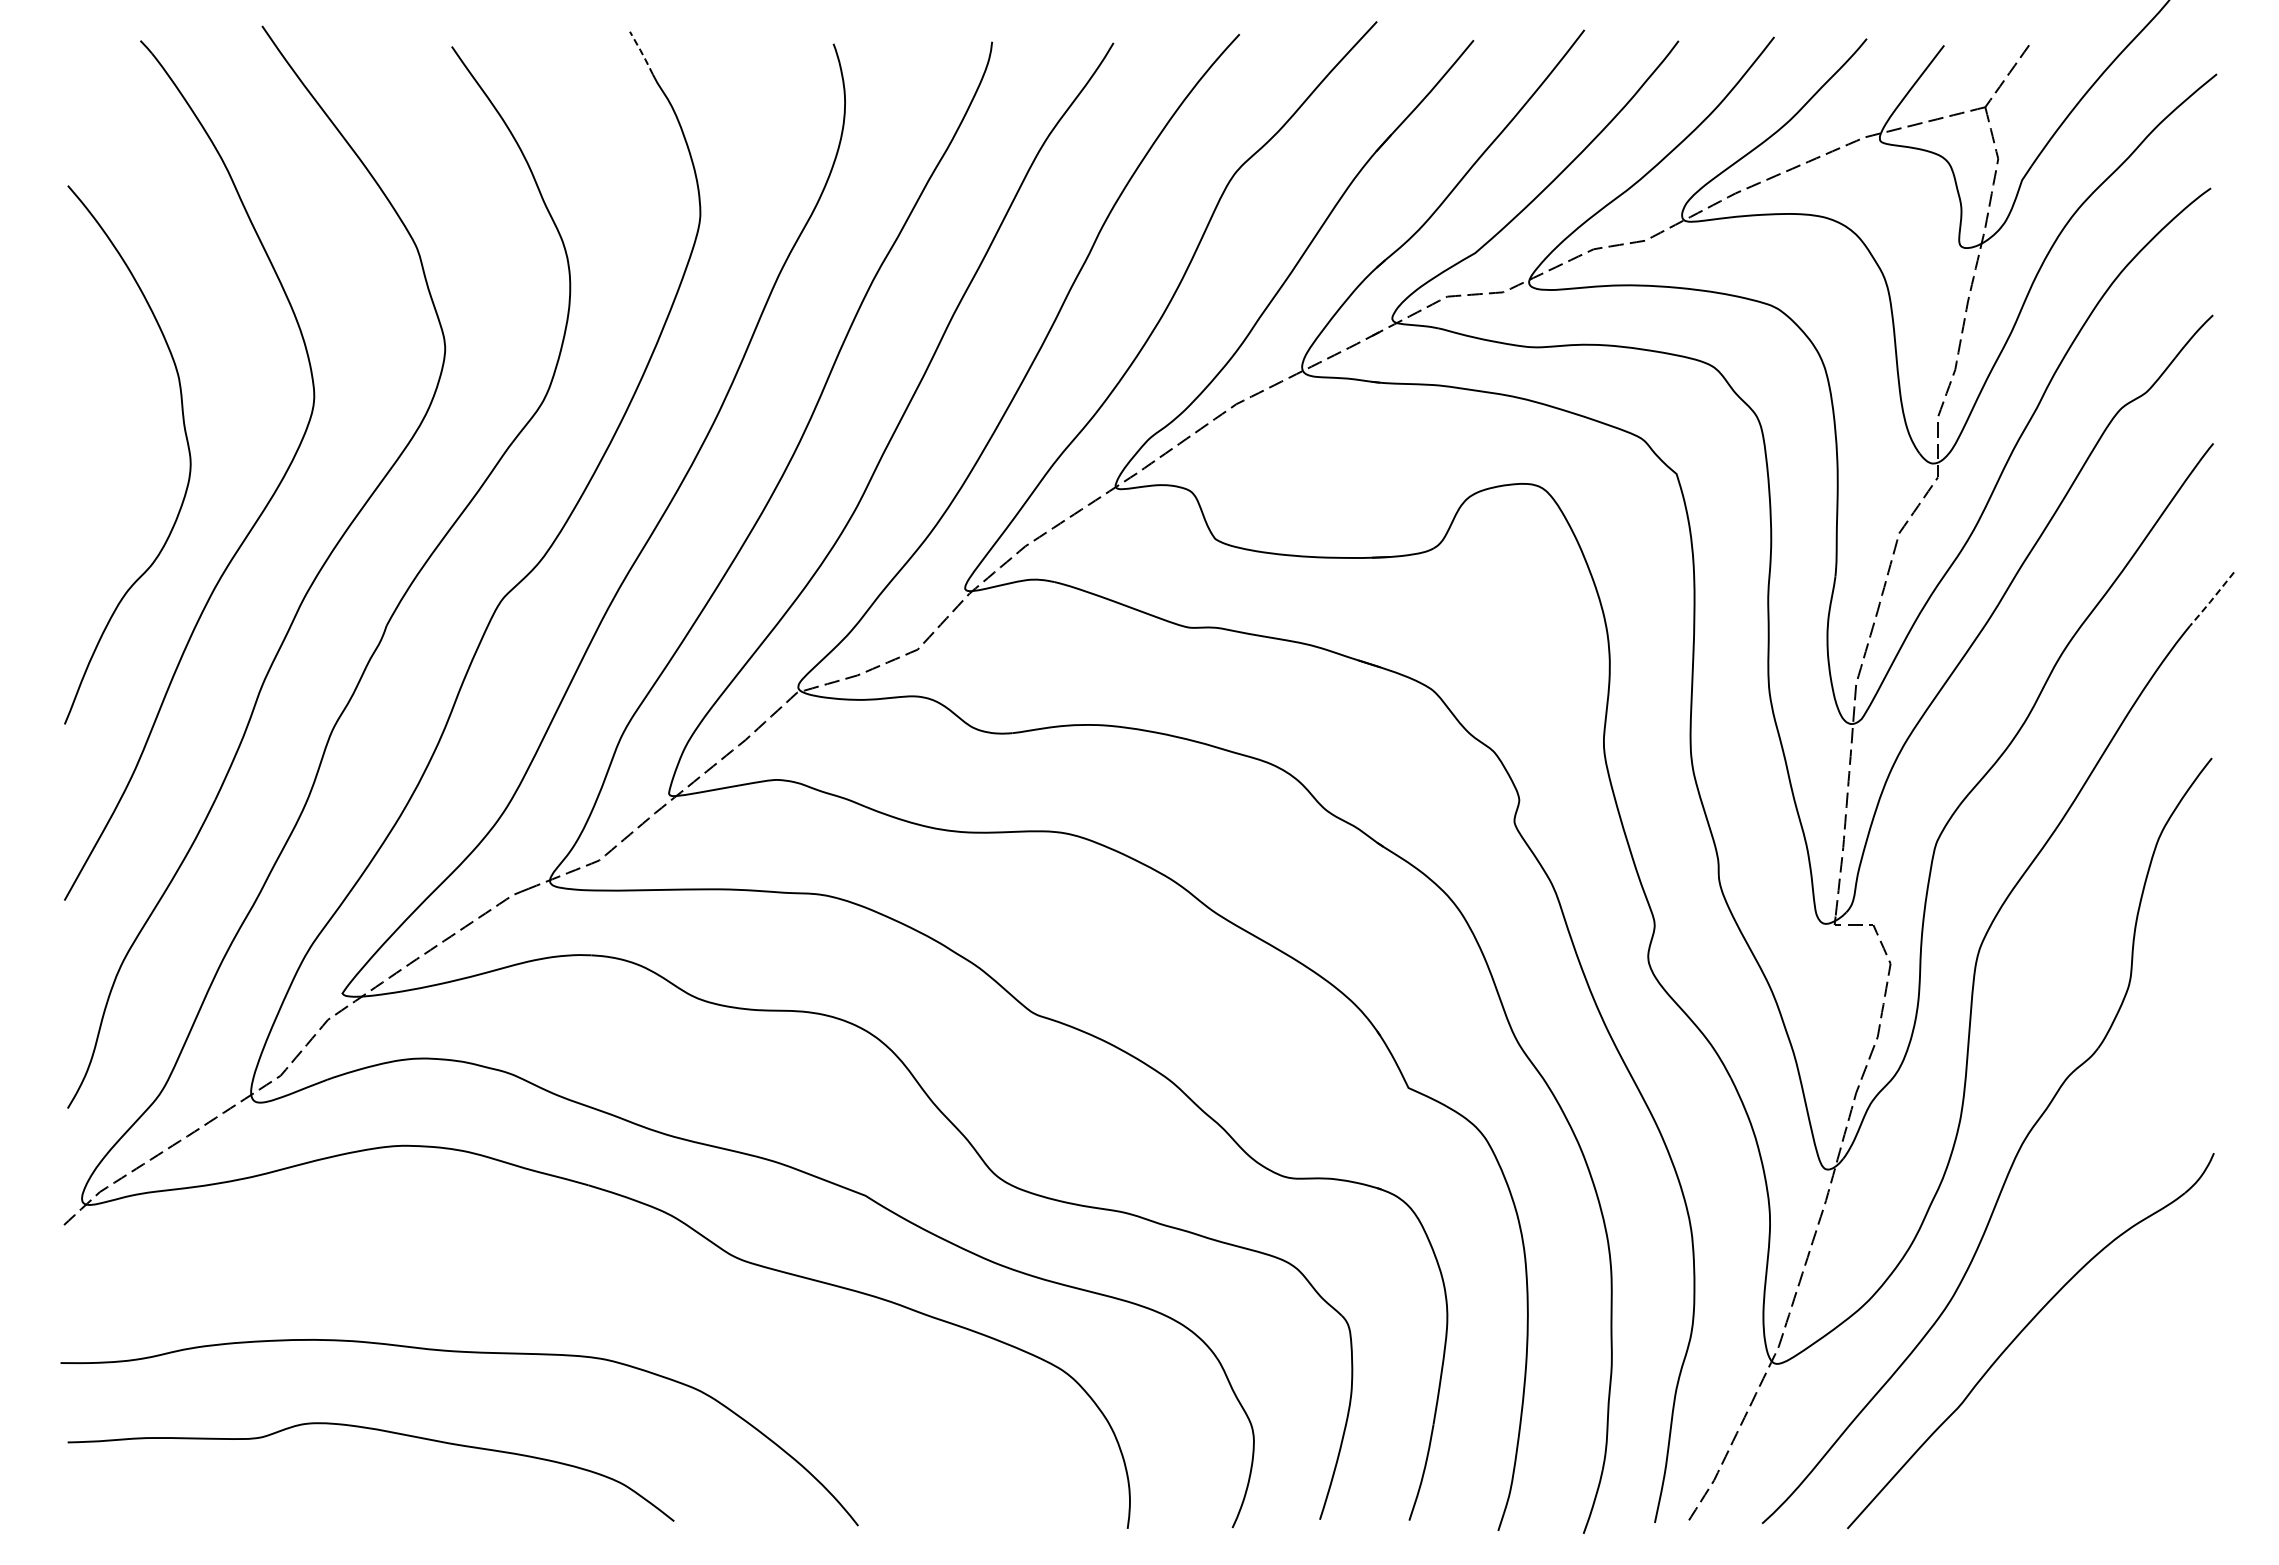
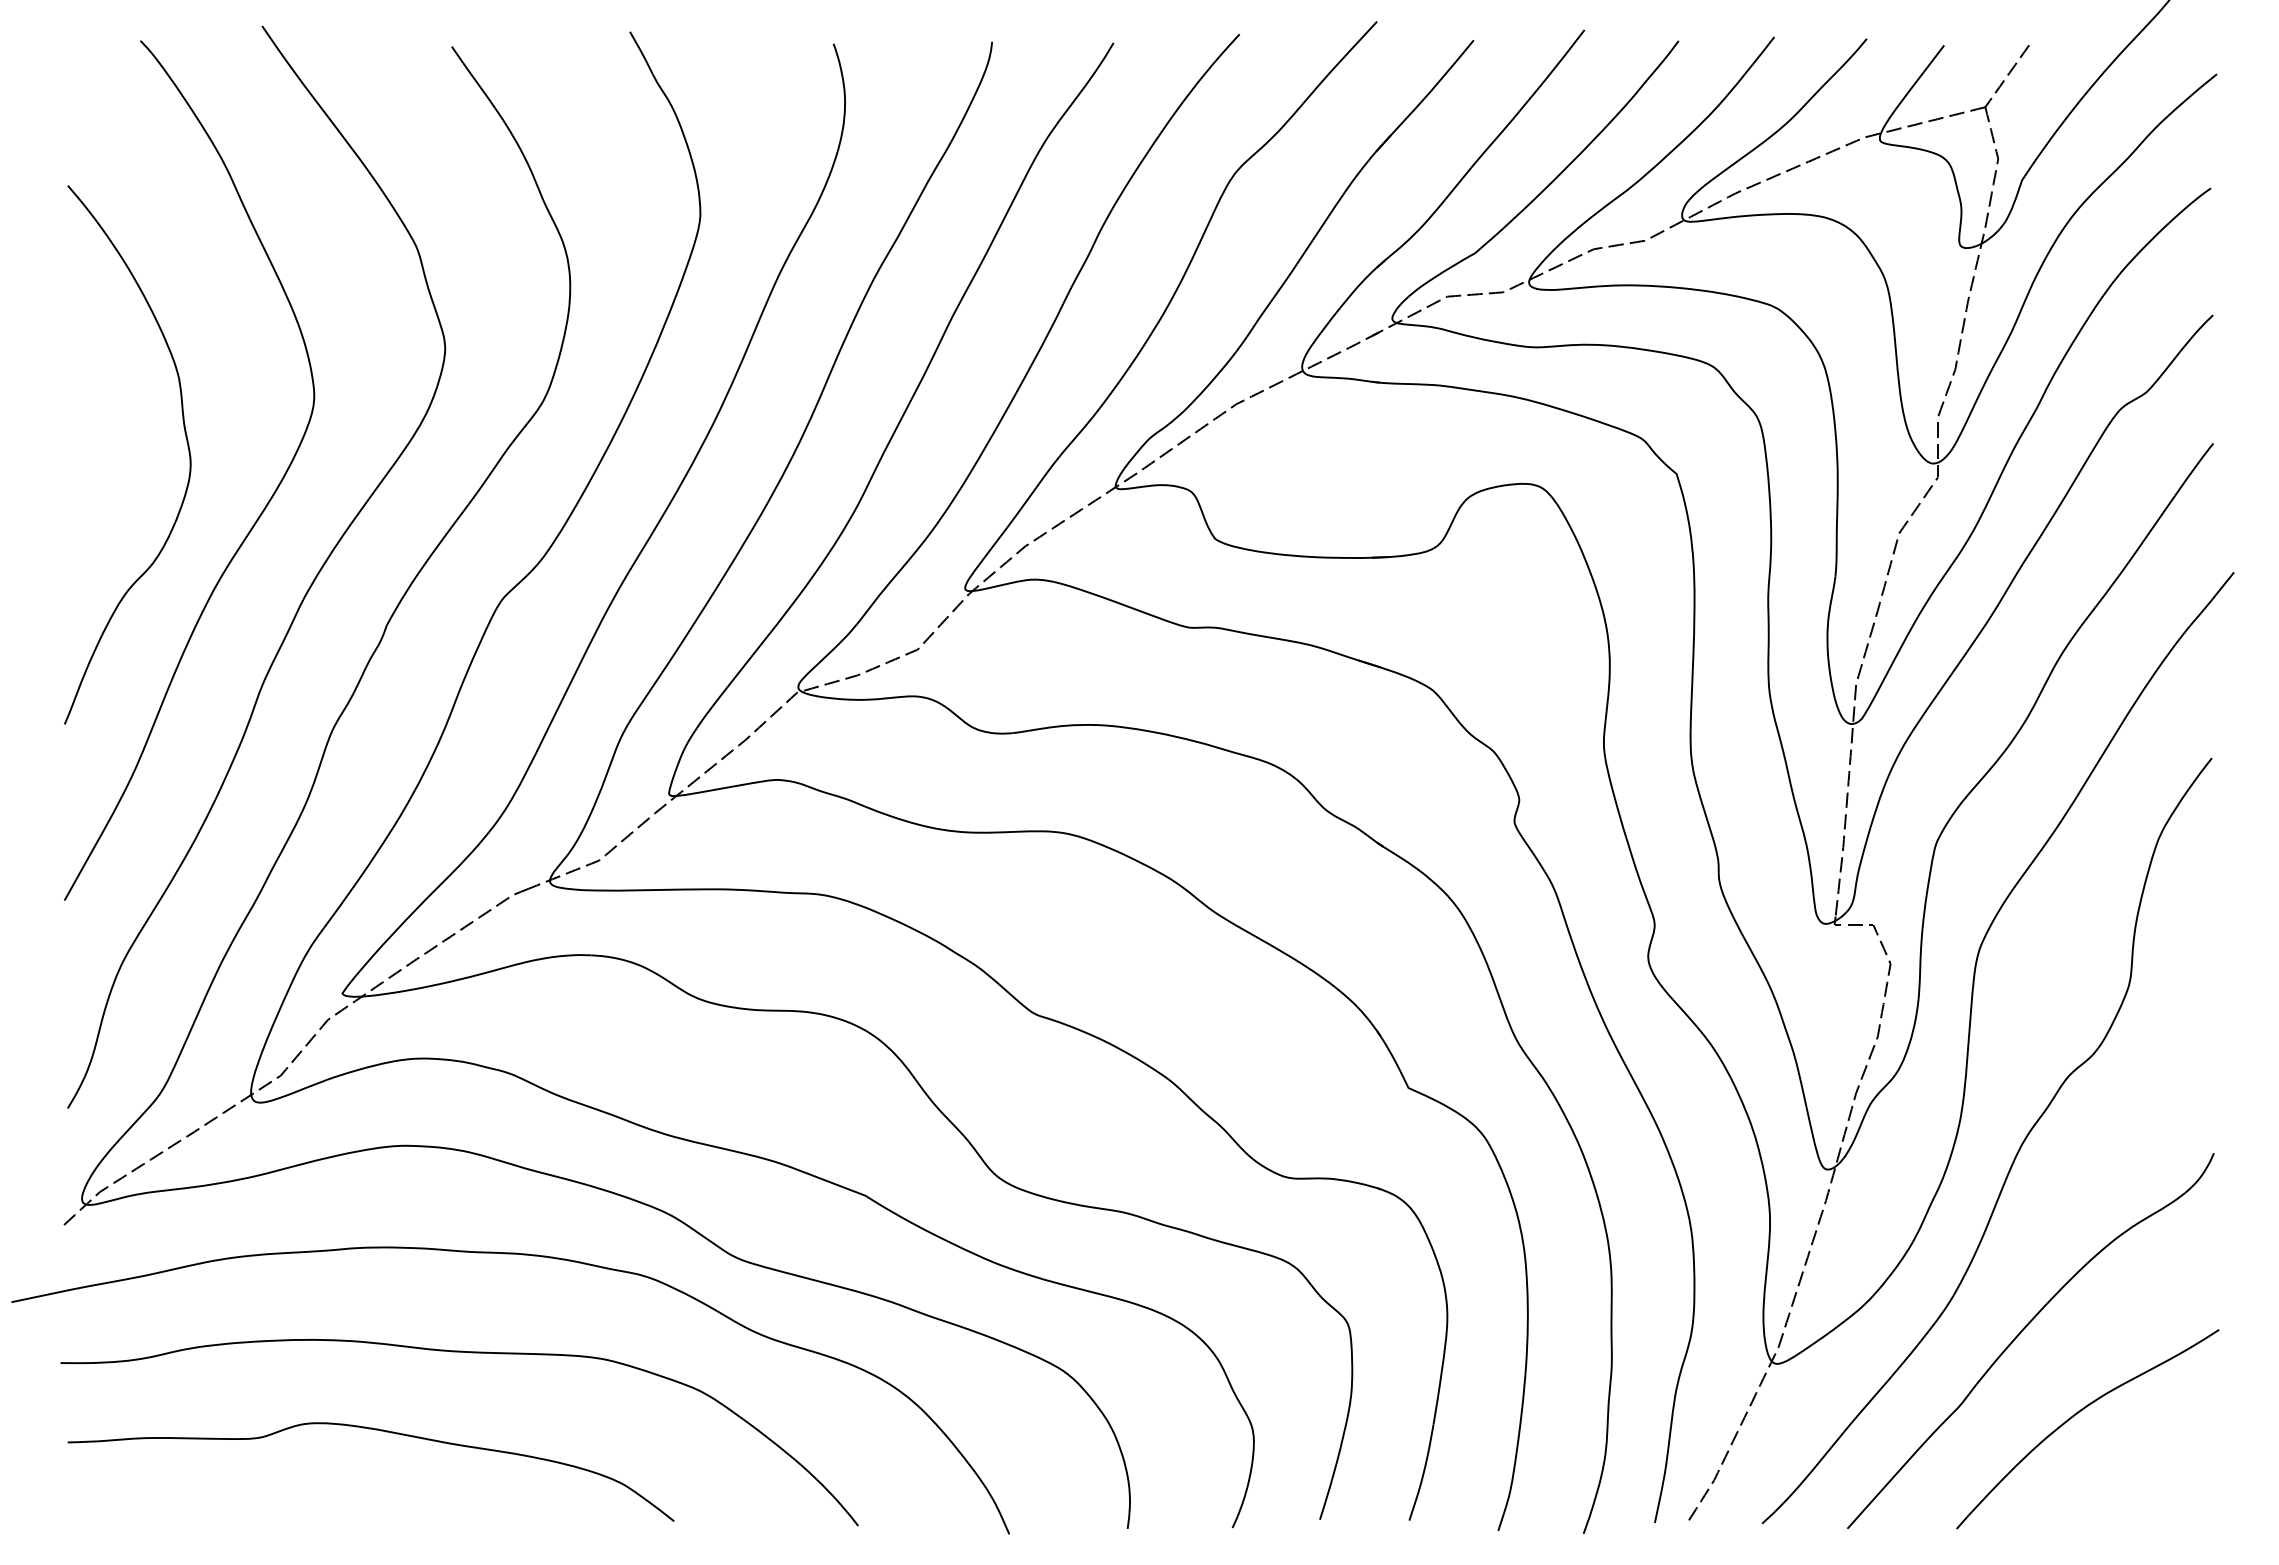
line at (641, 52): dashed -> solid
line at (2211, 600): dashed -> solid
part at (522, 1255): none -> present
part at (2077, 1414): none -> present
